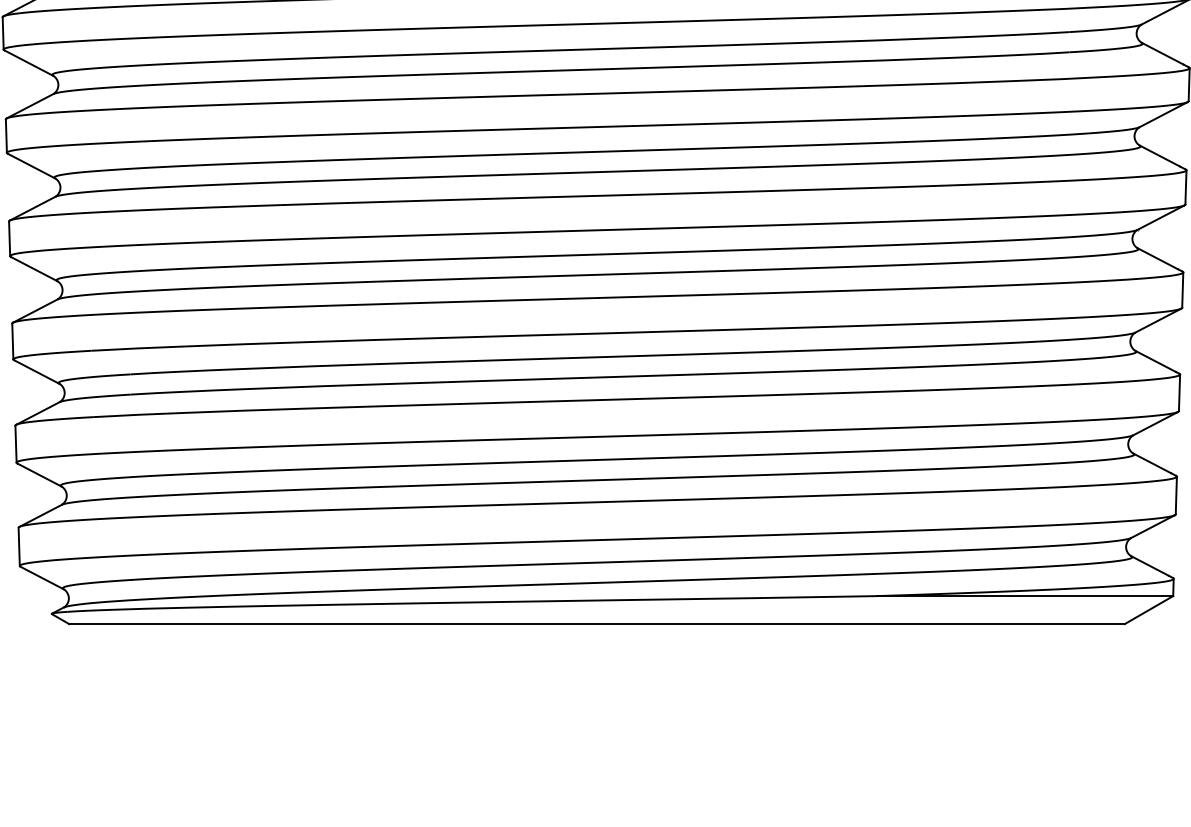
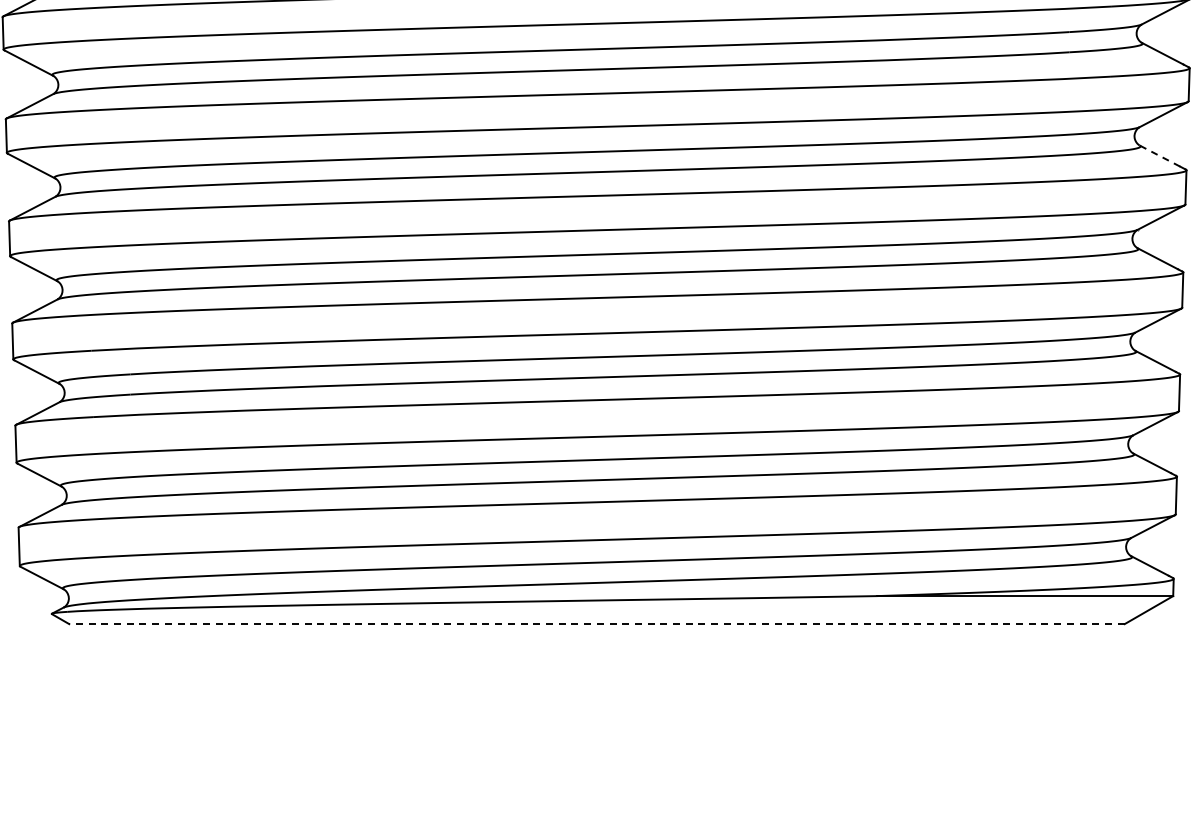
line at (1159, 156): solid -> dashed
line at (596, 624): solid -> dashed
